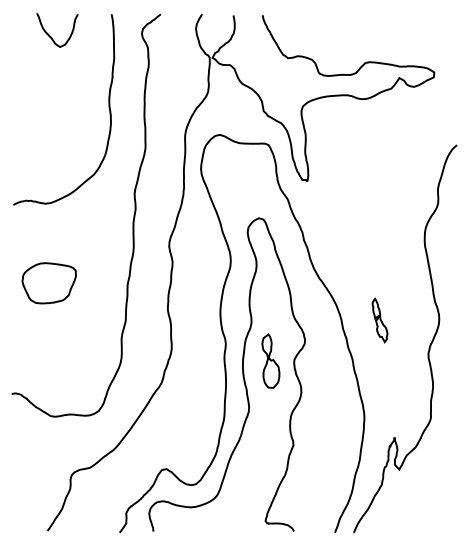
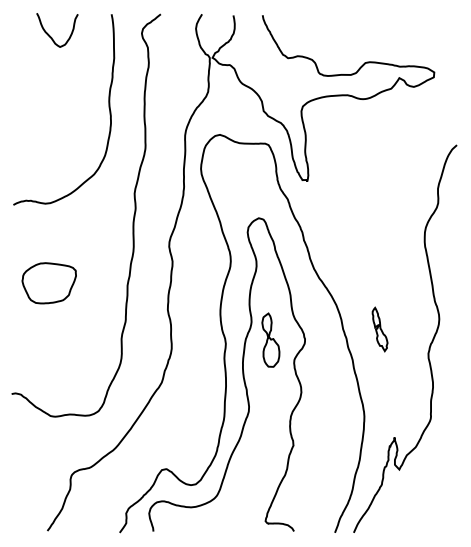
part at (379, 320) position: (379, 320) -> (379, 329)
part at (270, 360) position: (270, 360) -> (270, 339)
